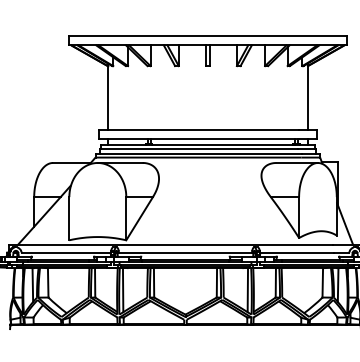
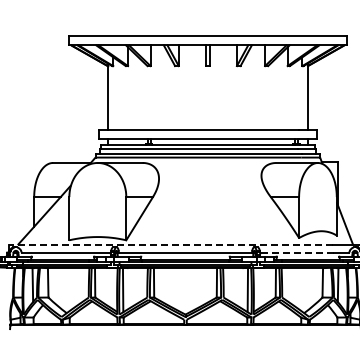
line at (170, 245): solid -> dashed
line at (297, 252): solid -> dashed
